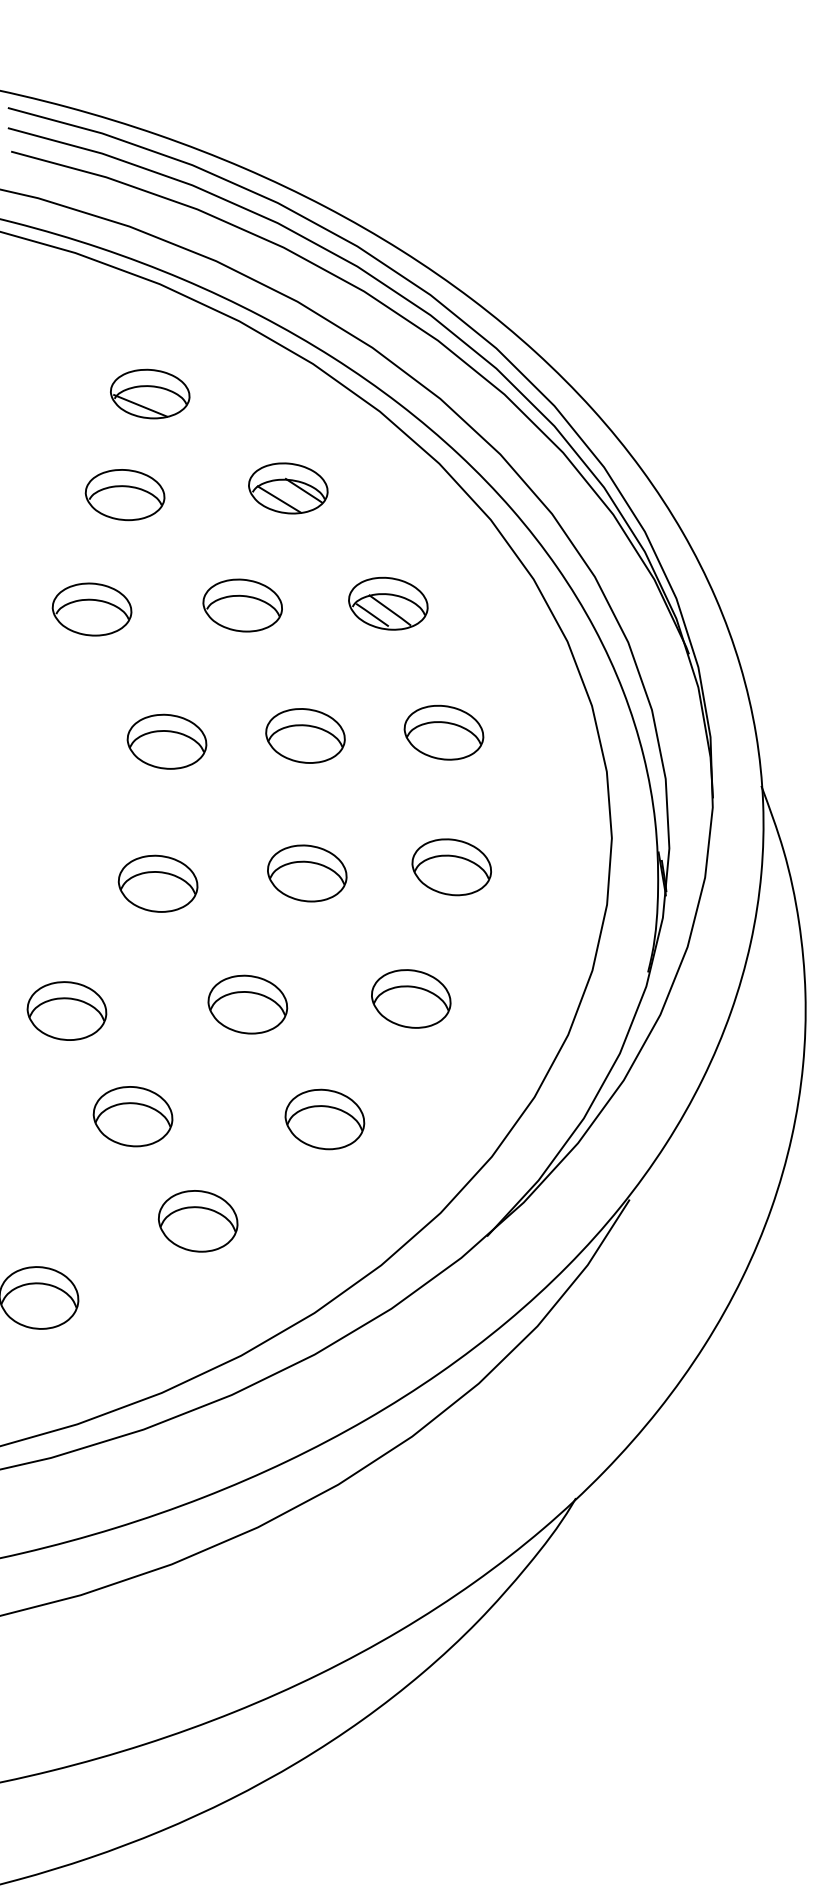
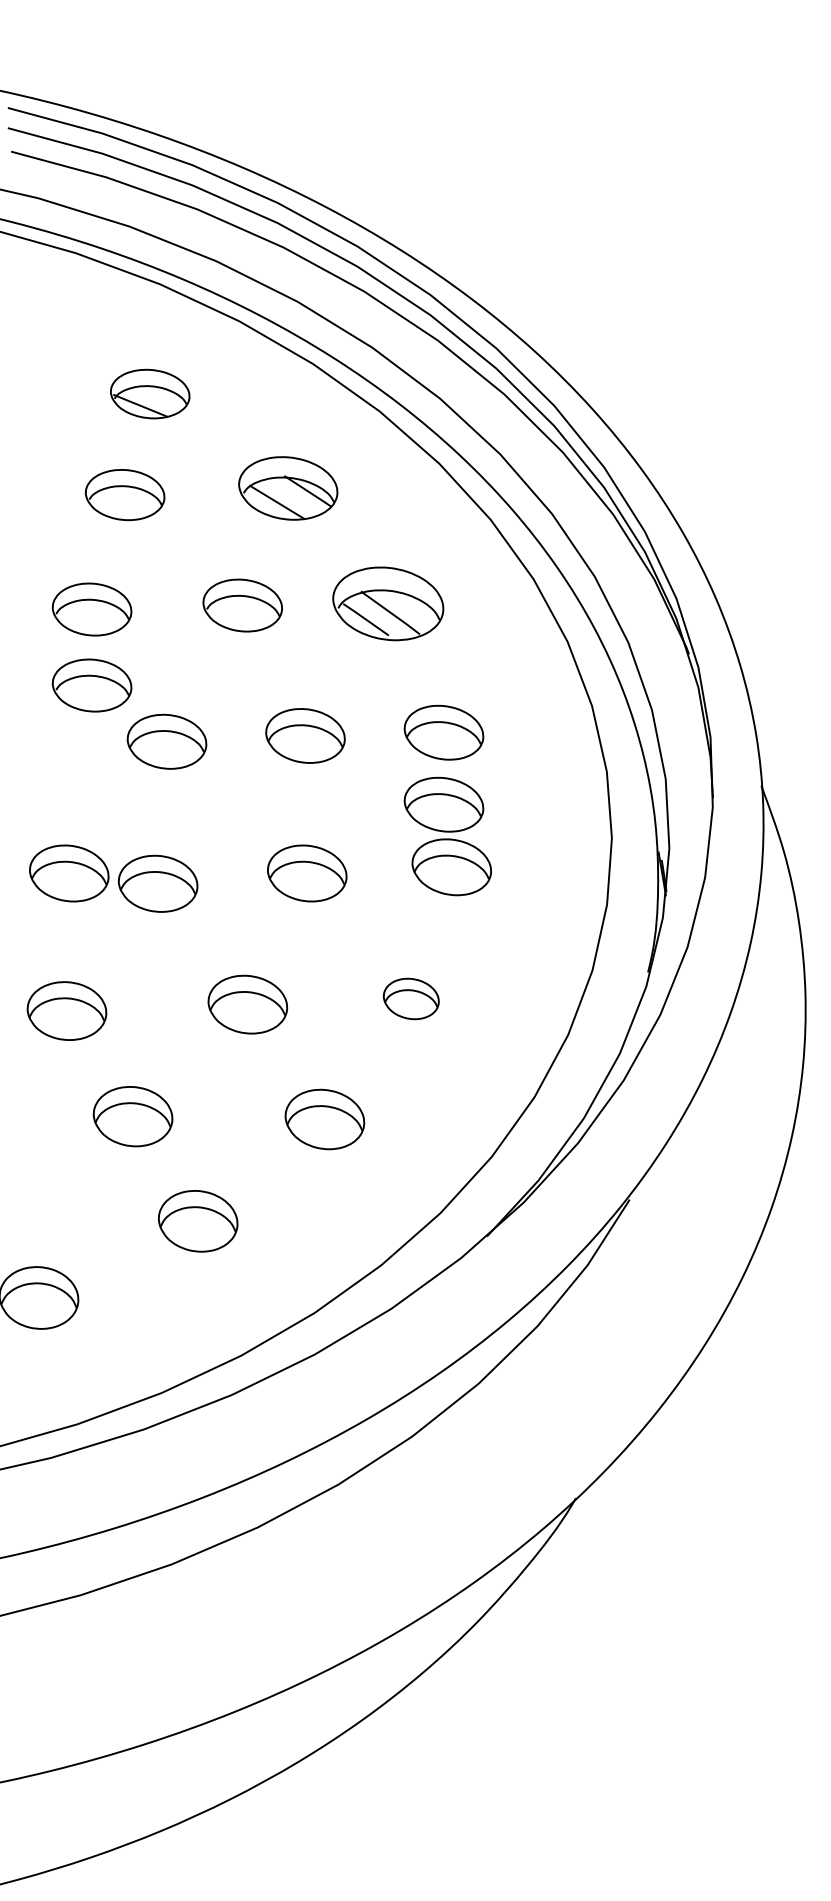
part at (288, 488) size: 81x53 px -> 101x65 px
part at (388, 603) size: 81x55 px -> 113x76 px
part at (91, 685): none -> present
part at (443, 804): none -> present
part at (69, 873): none -> present
part at (411, 998) size: 81x60 px -> 58x44 px
